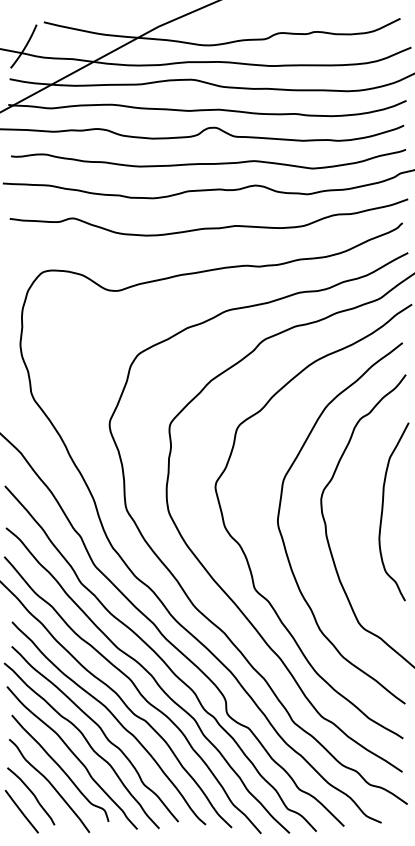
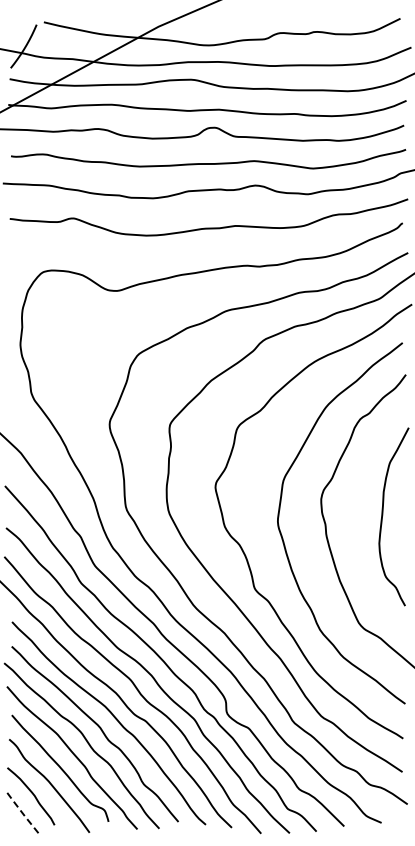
curve at (383, 510) position: (383, 510) -> (383, 515)
line at (21, 811): solid -> dashed
